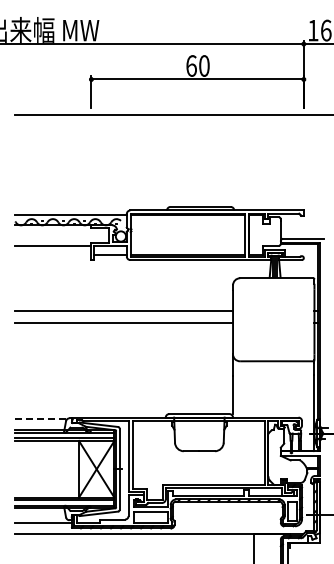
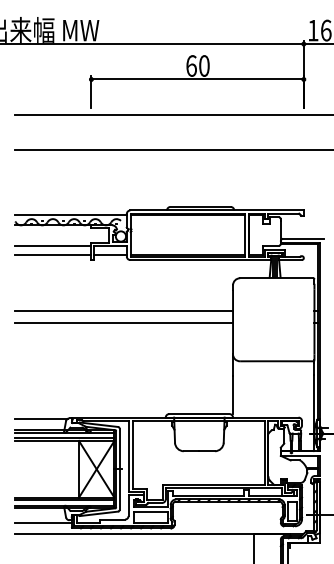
line at (172, 150): none -> present
line at (53, 255): none -> present
line at (42, 418): dashed -> solid
